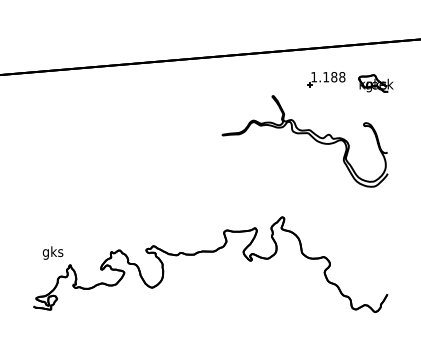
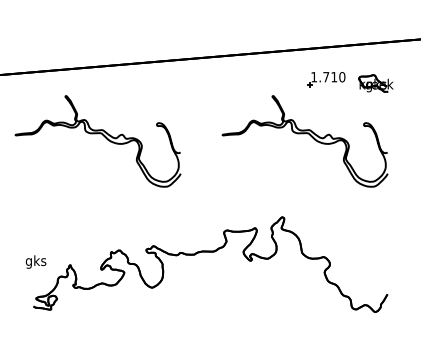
text at (334, 77): 1.188 -> 1.710
curve at (97, 134): none -> present
text at (52, 252) position: (52, 252) -> (35, 261)
